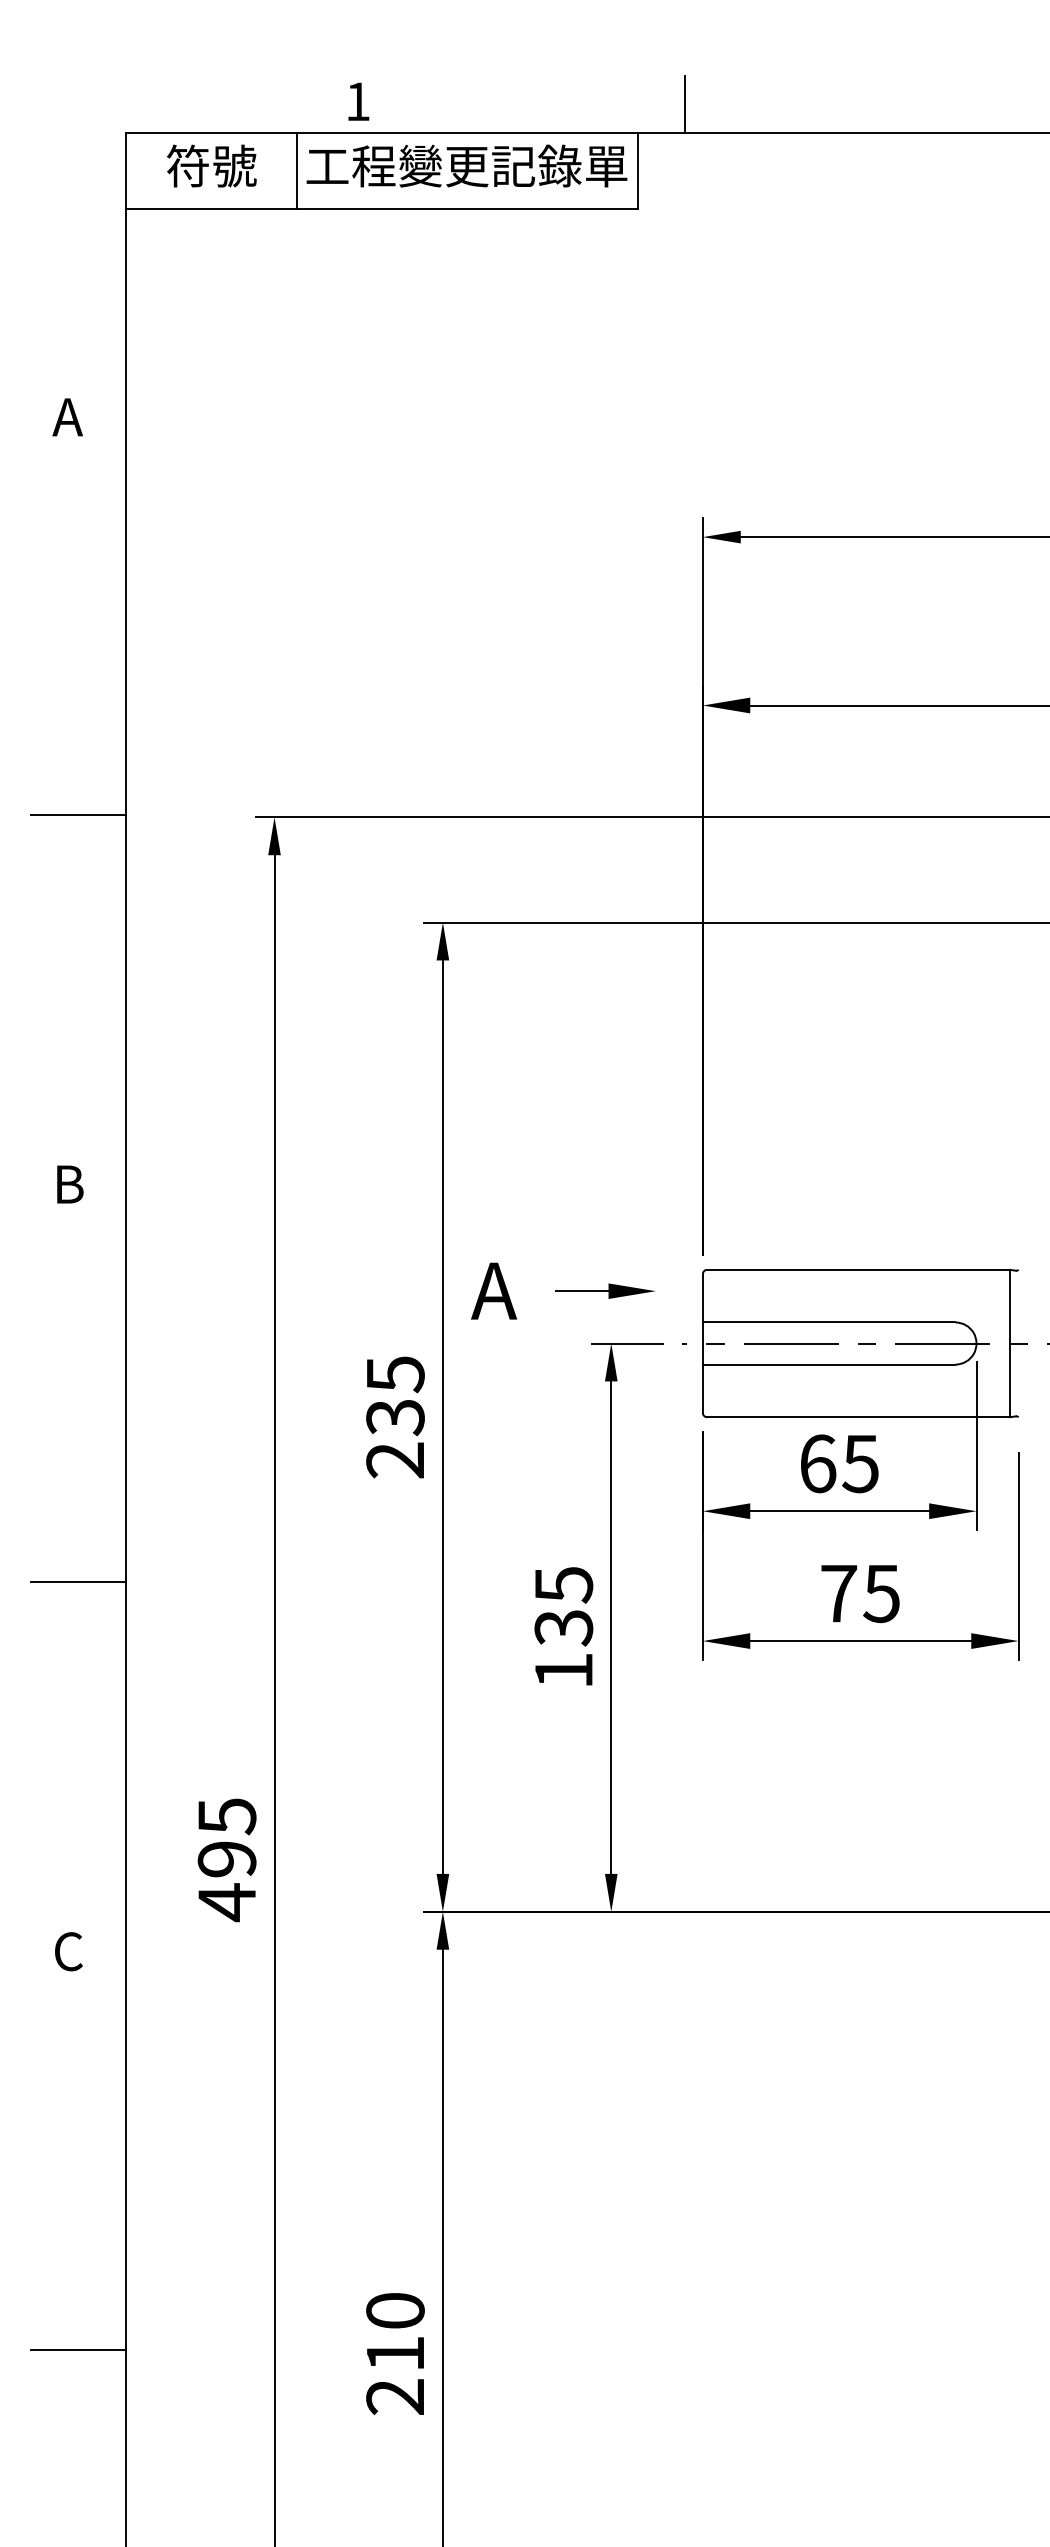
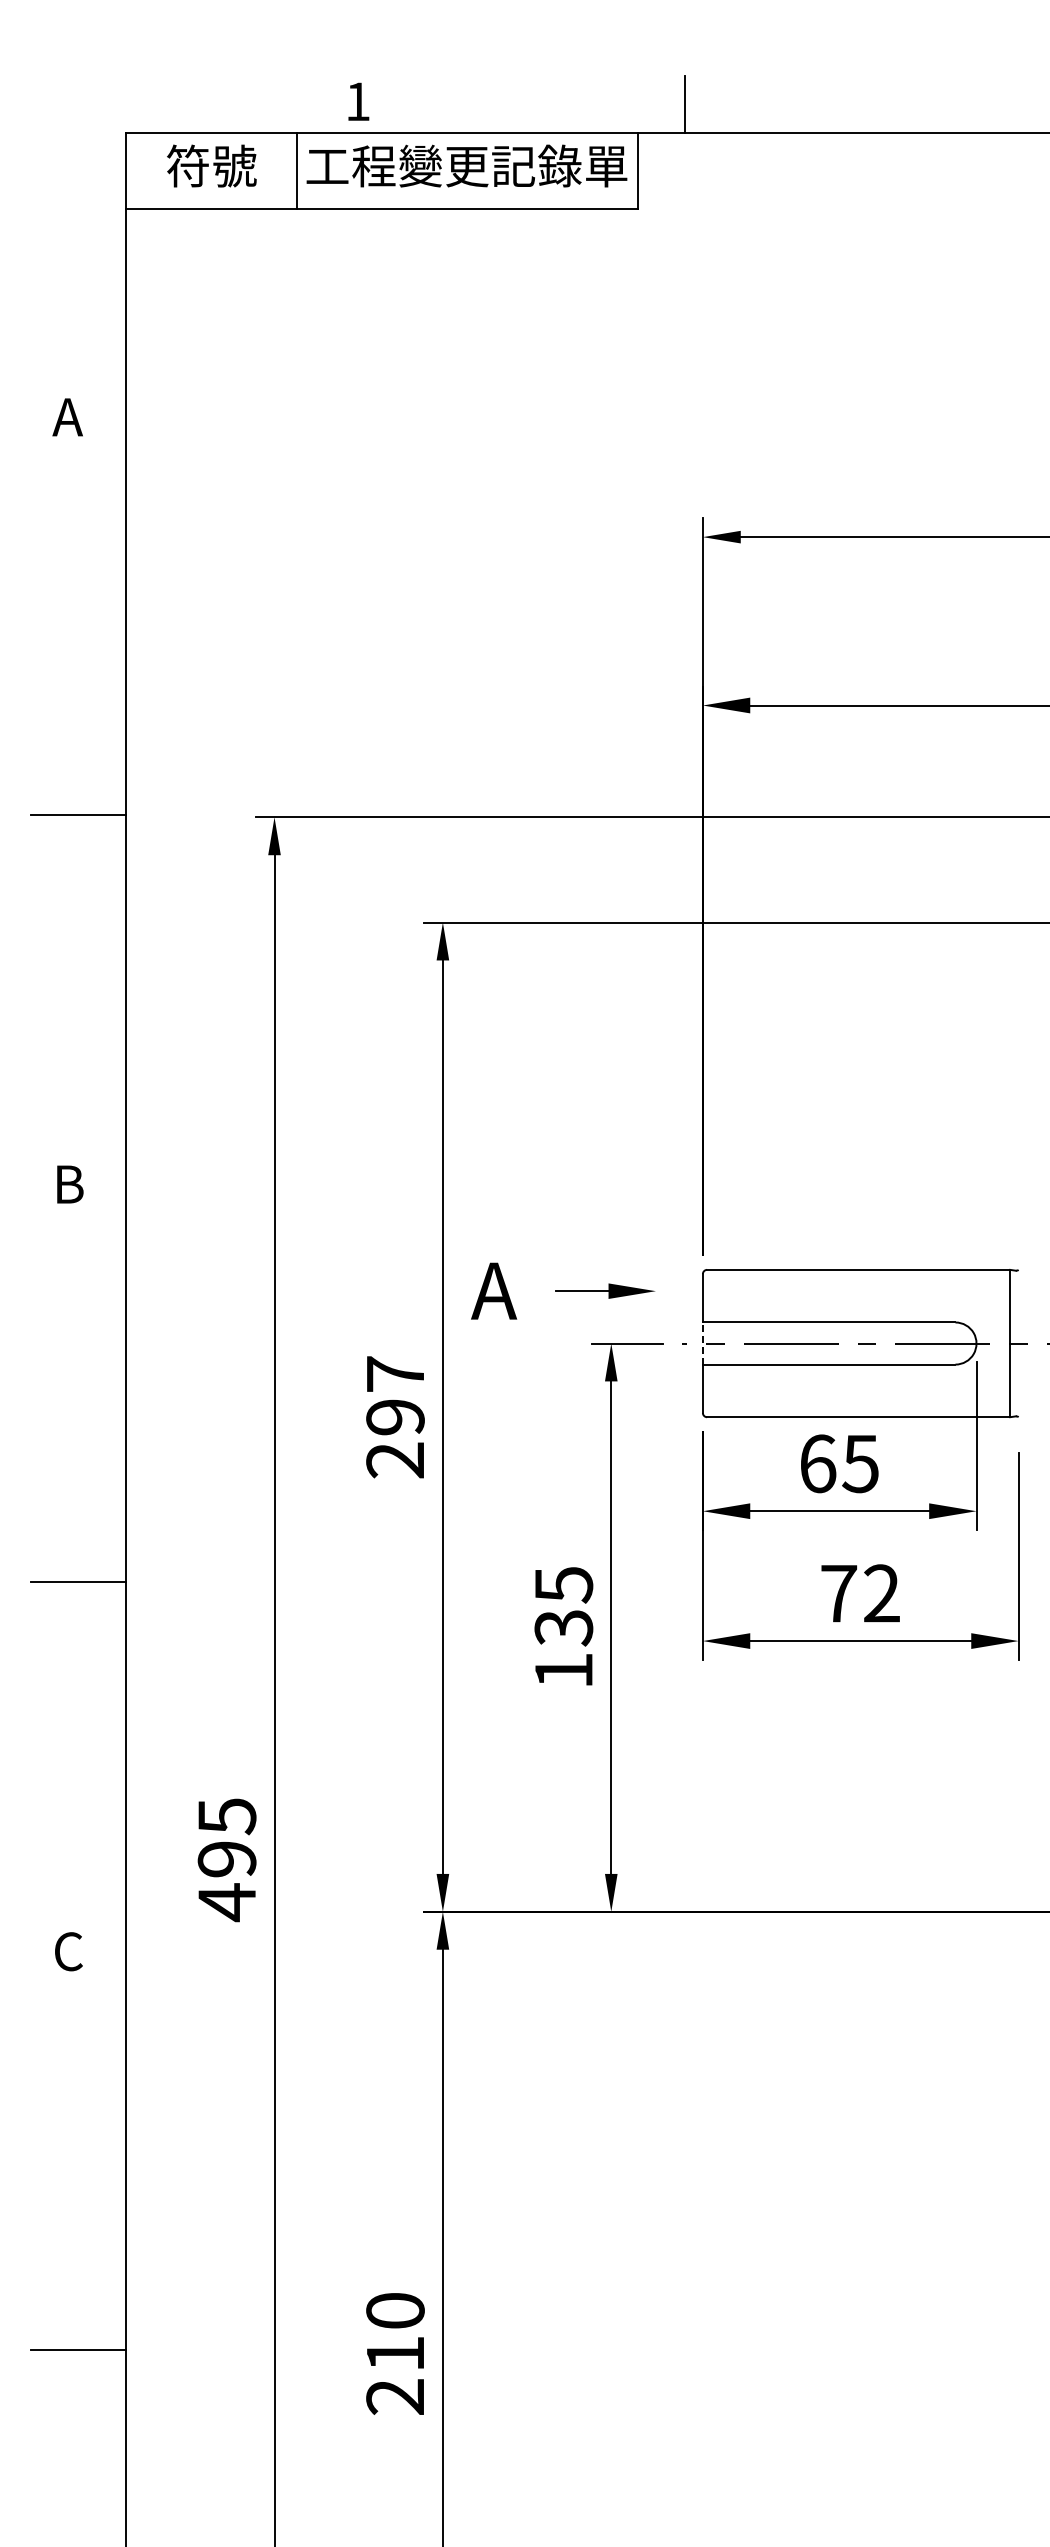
line at (702, 1343): solid -> dashed
text at (395, 1396): 235 -> 297
text at (881, 1593): 75 -> 72
